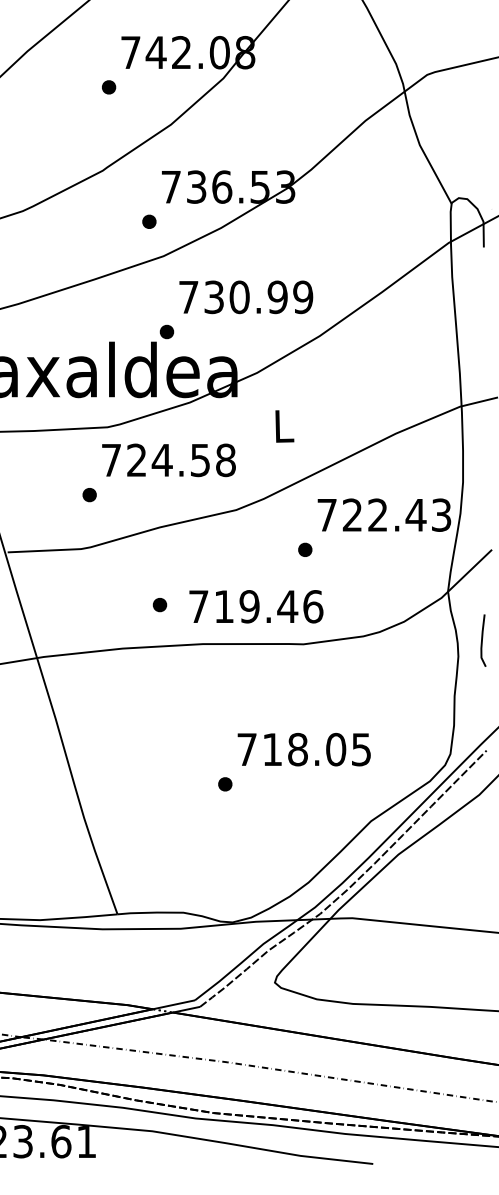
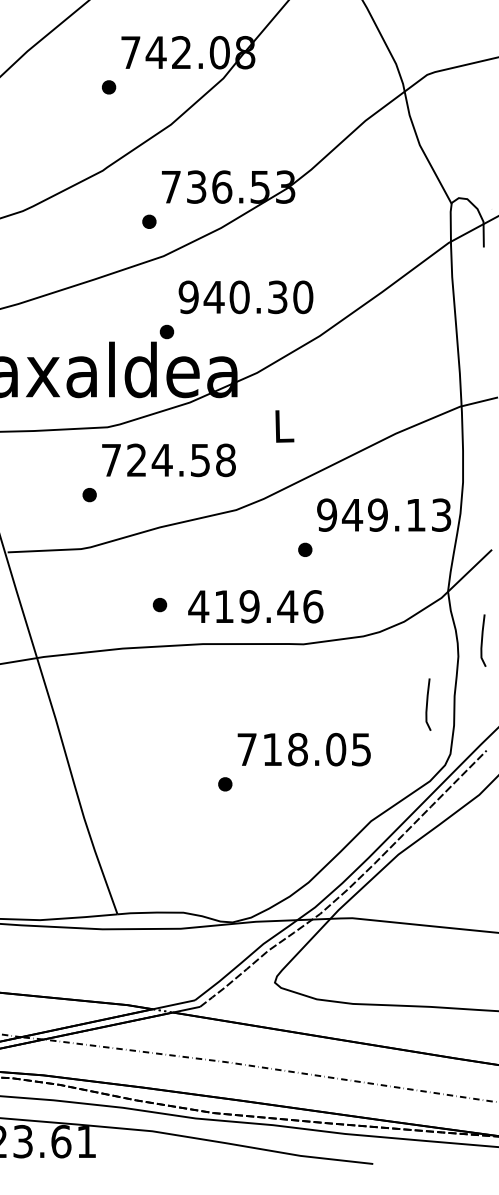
text at (245, 297): 730.99 -> 940.30
text at (371, 514): 722.43 -> 949.13
text at (198, 606): 719.46 -> 419.46
line at (427, 704): none -> present
